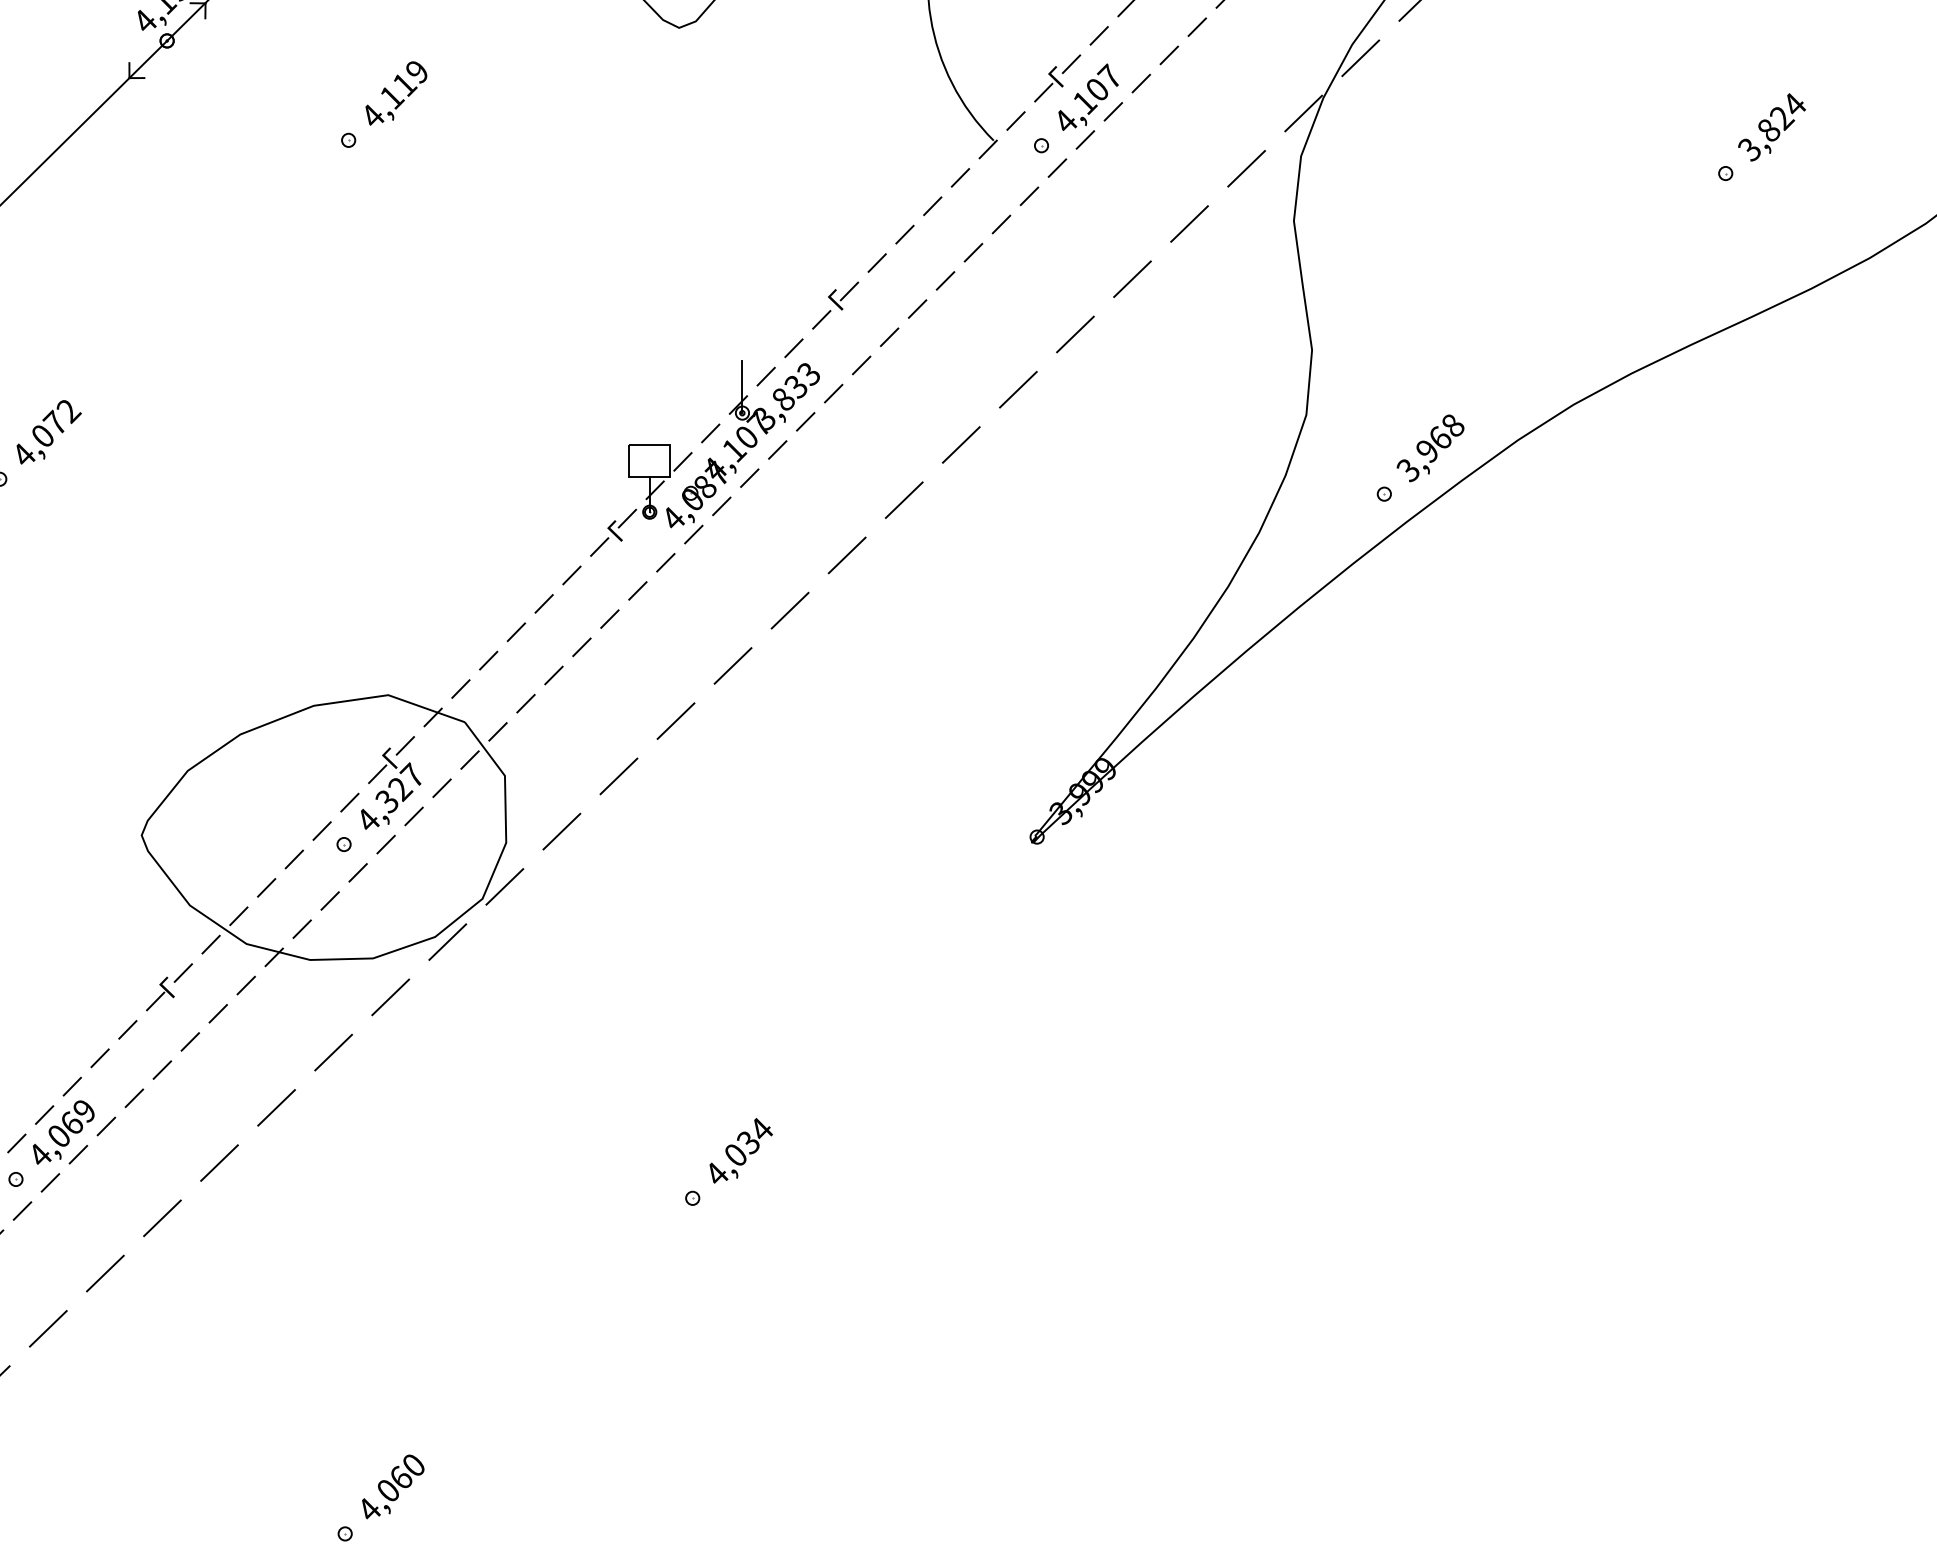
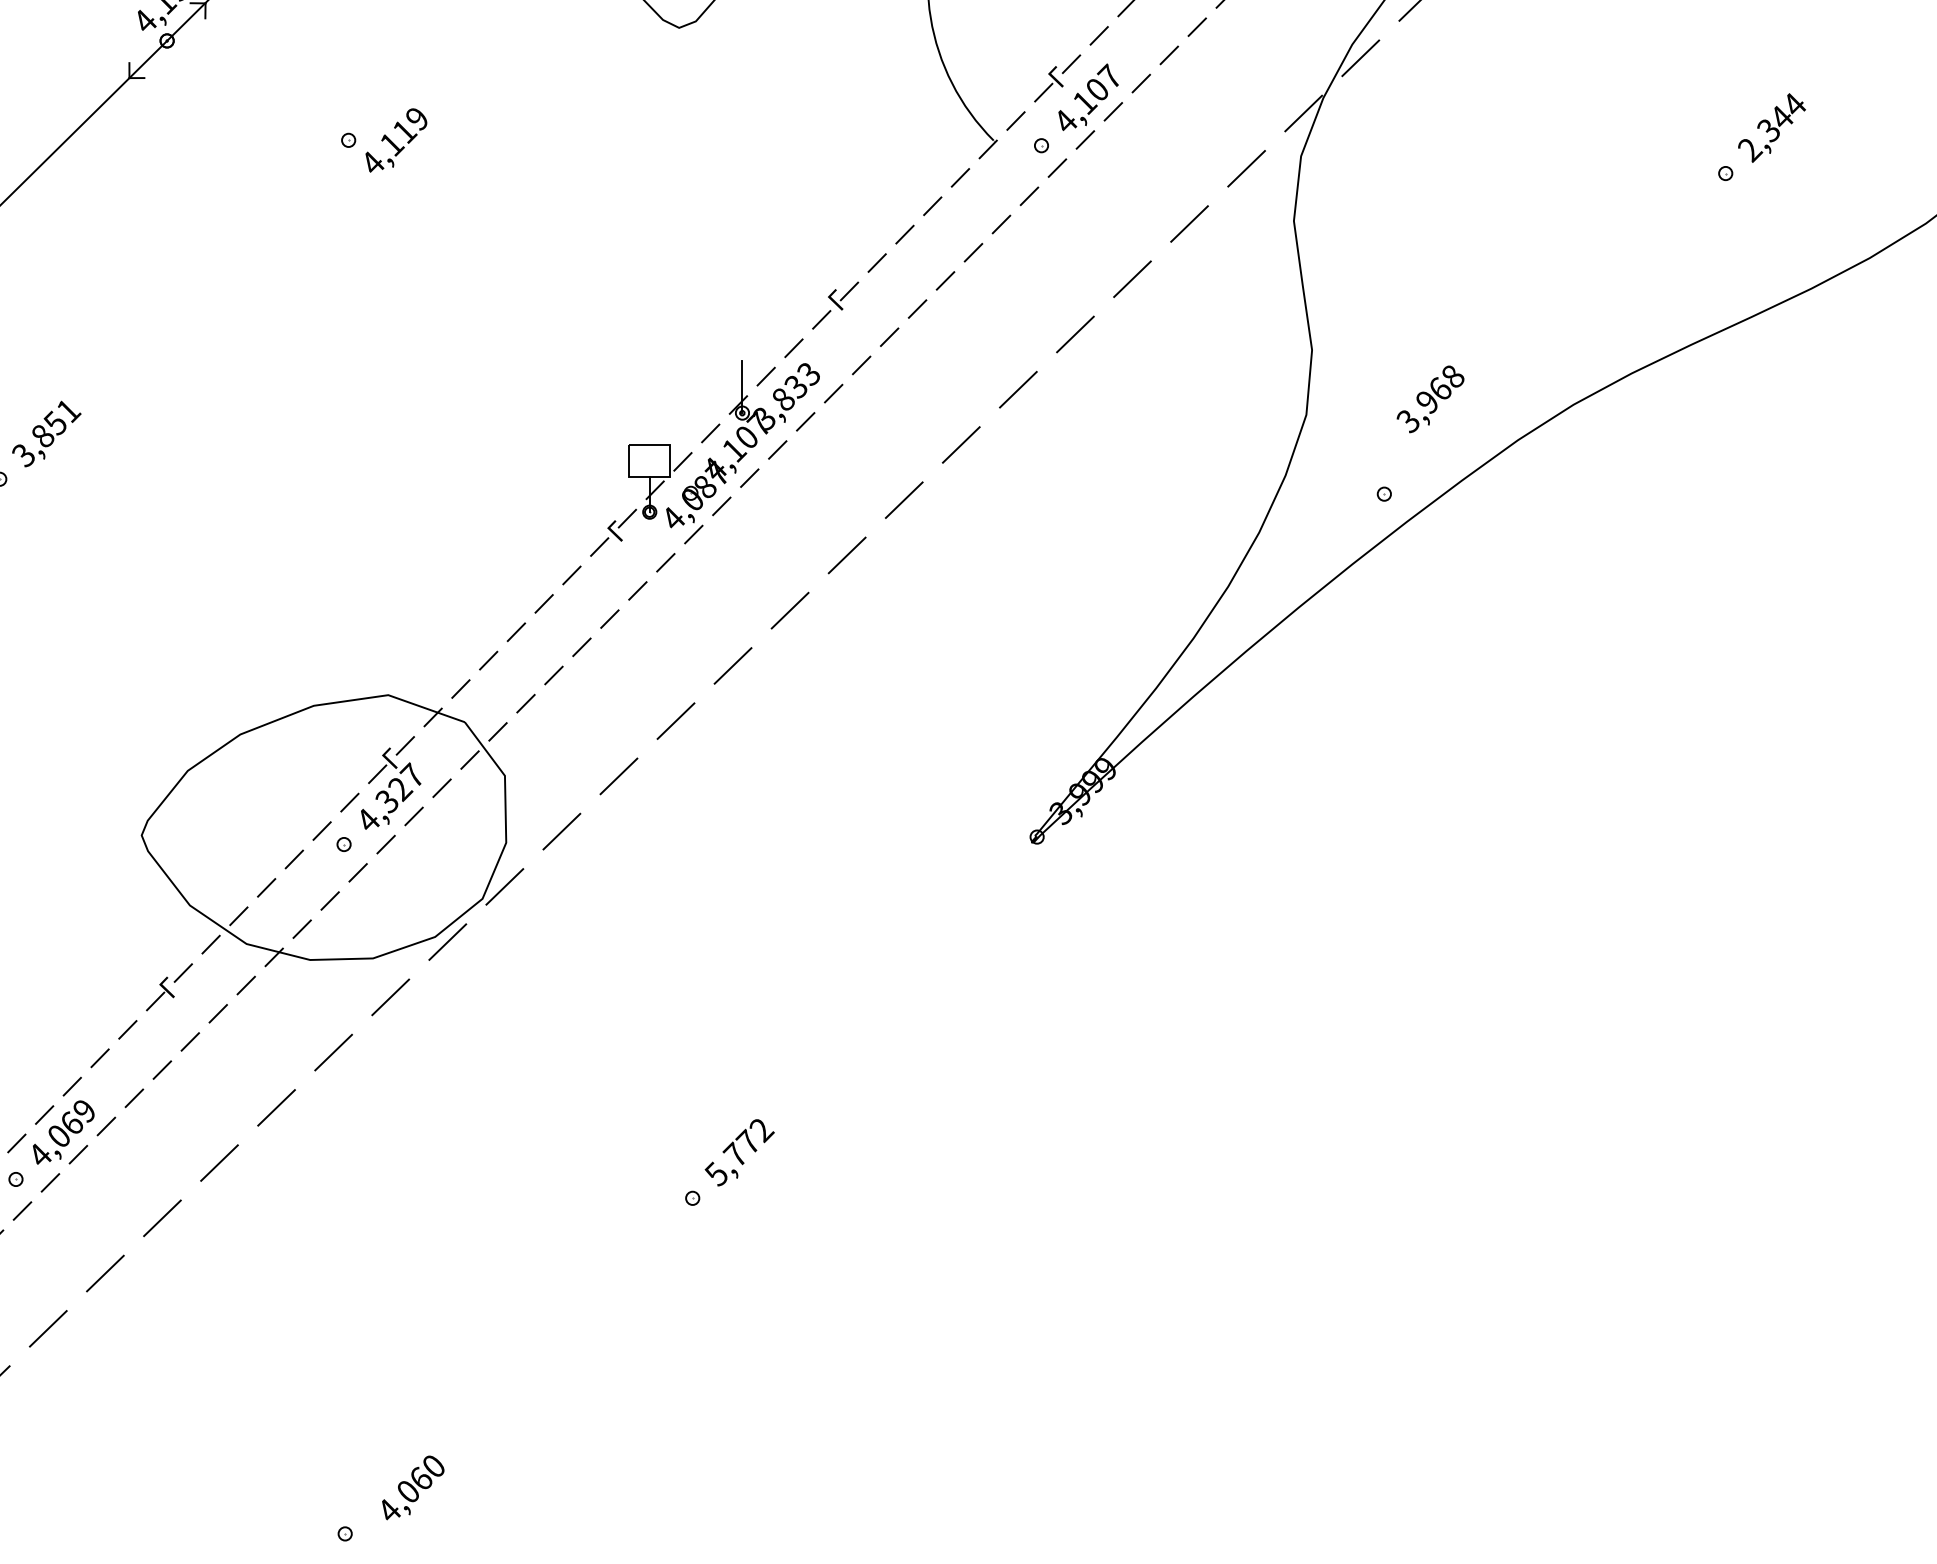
text at (396, 93) position: (396, 93) -> (396, 140)
text at (1766, 134): 3,824 -> 2,344
text at (46, 433): 4,072 -> 3,851
text at (1430, 448) position: (1430, 448) -> (1430, 399)
text at (739, 1152): 4,034 -> 5,772
text at (393, 1486) position: (393, 1486) -> (413, 1487)
